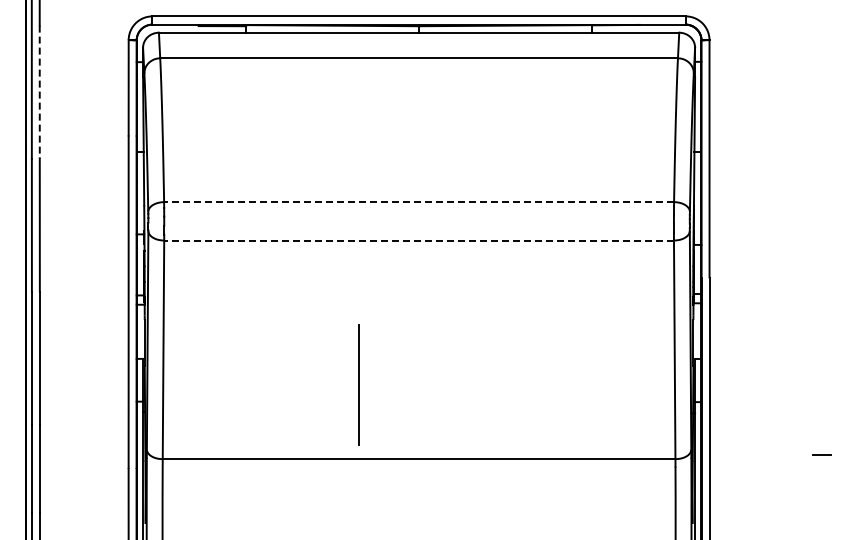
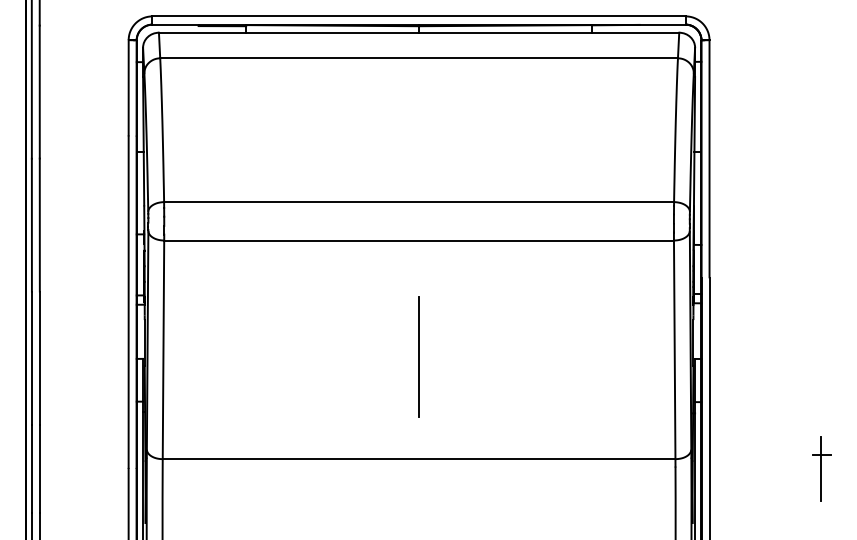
line at (39, 92): dashed -> solid
line at (419, 202): dashed -> solid
line at (419, 240): dashed -> solid
line at (358, 384) position: (358, 384) -> (418, 356)
line at (820, 468): none -> present
